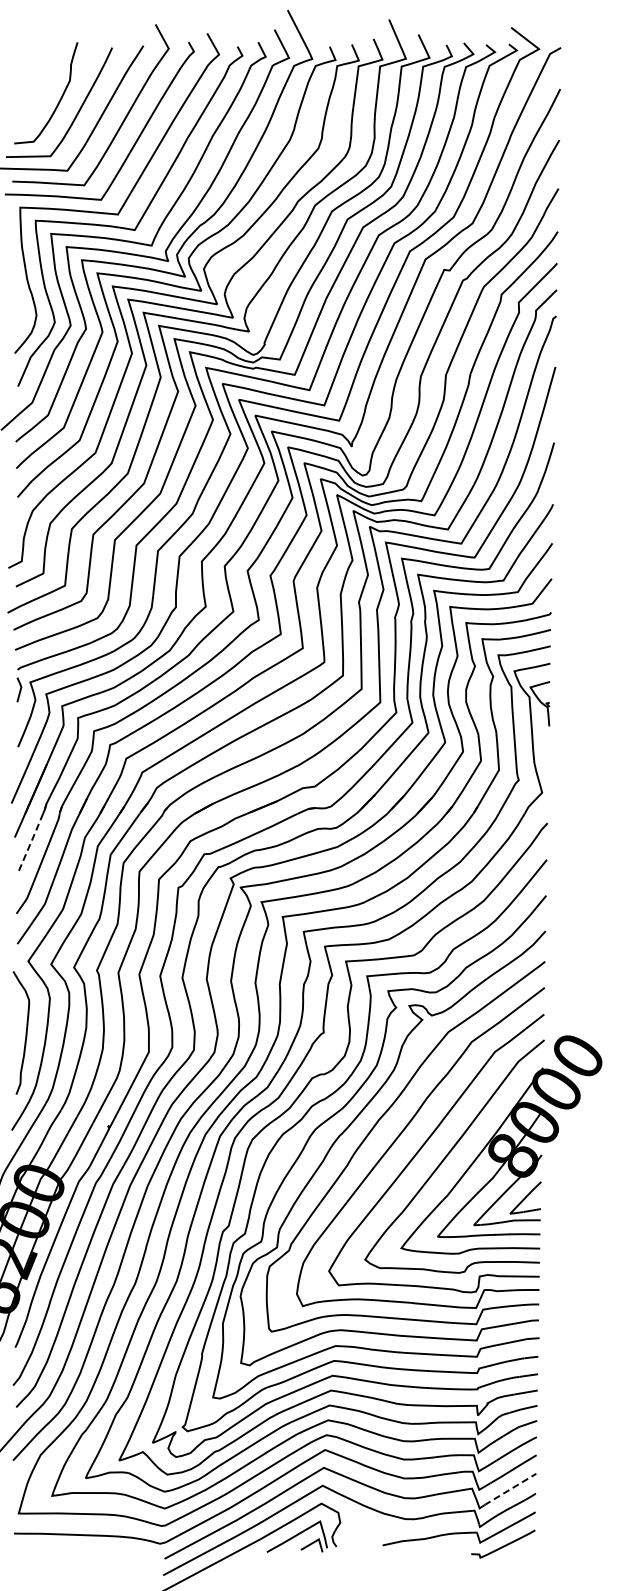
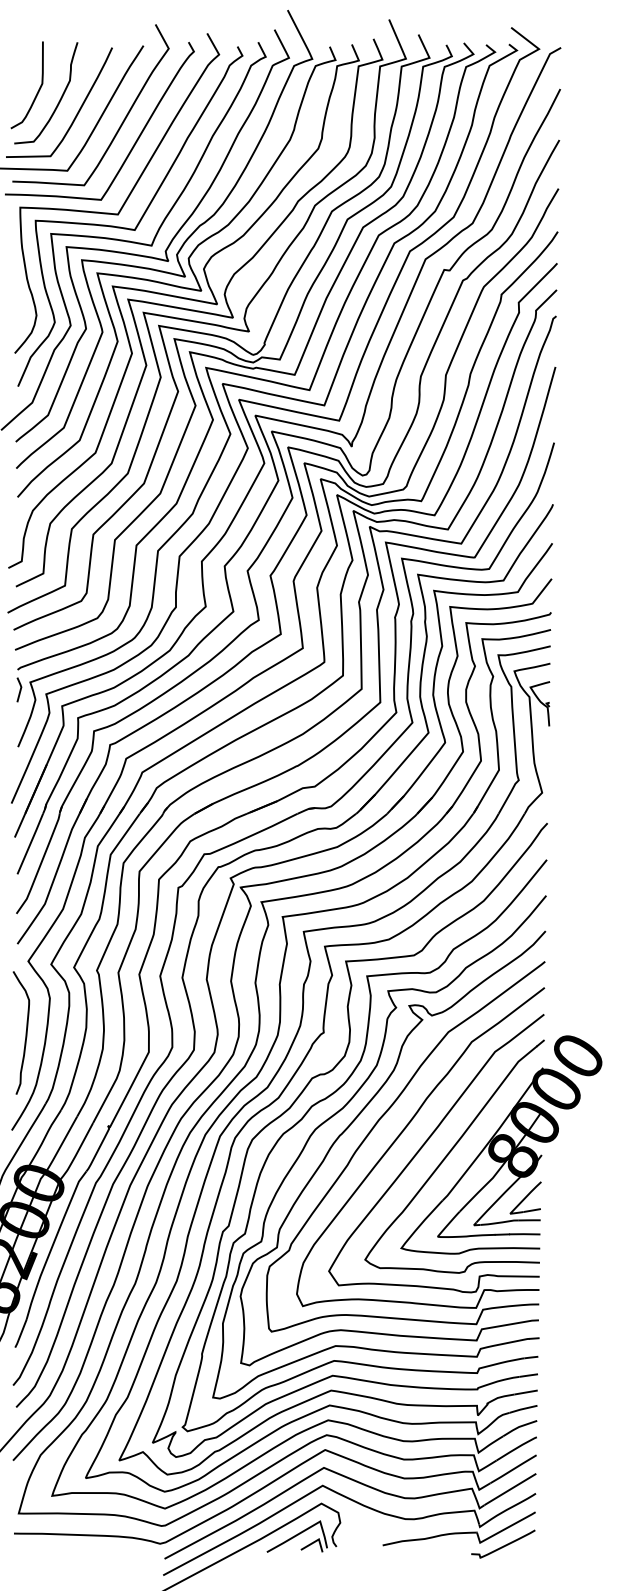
curve at (37, 91): none -> present
line at (30, 844): dashed -> solid
line at (510, 1489): dashed -> solid
